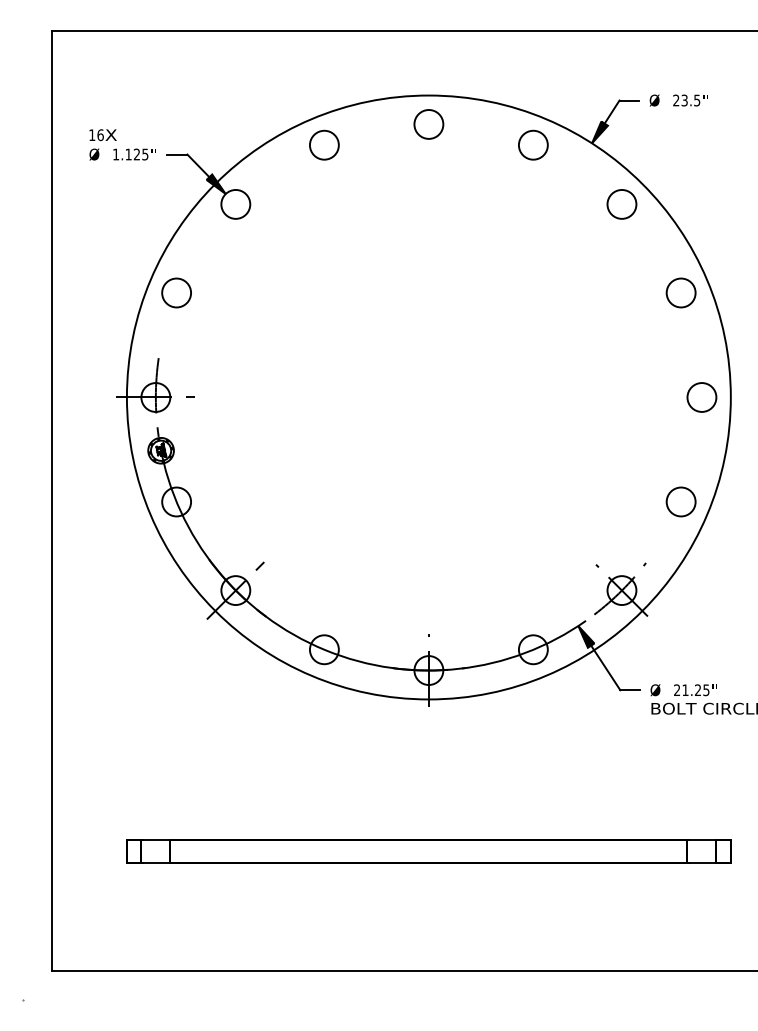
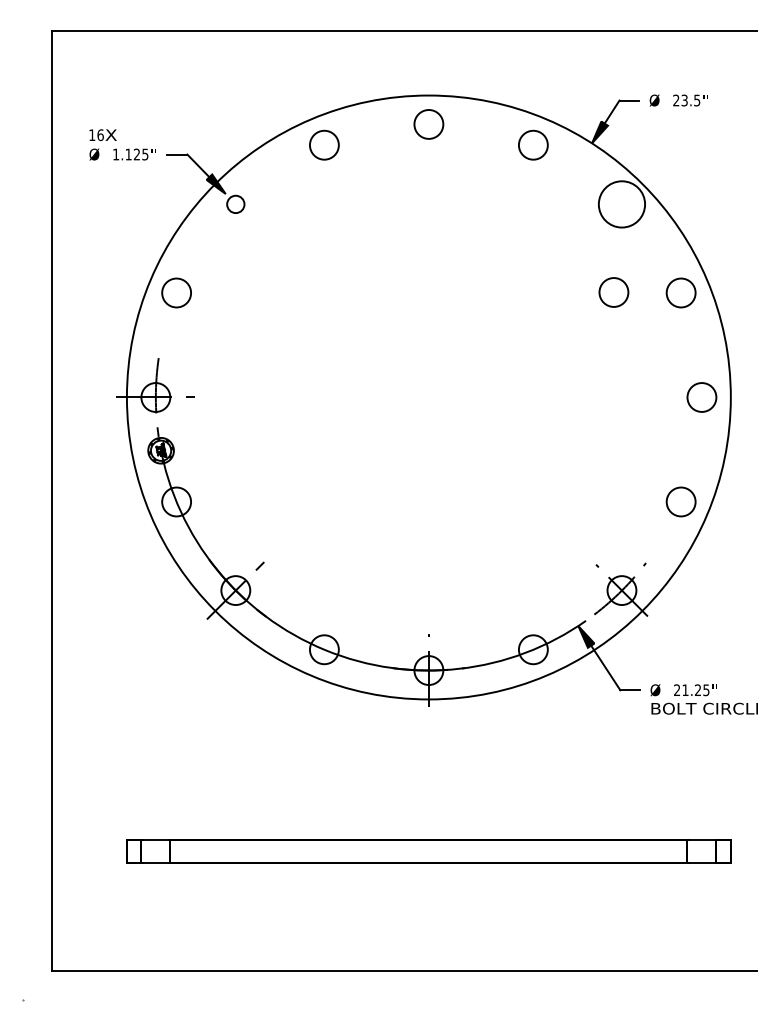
circle at (235, 203) diameter: 29 px -> 17 px
circle at (621, 203) diameter: 29 px -> 46 px
circle at (613, 292): none -> present
